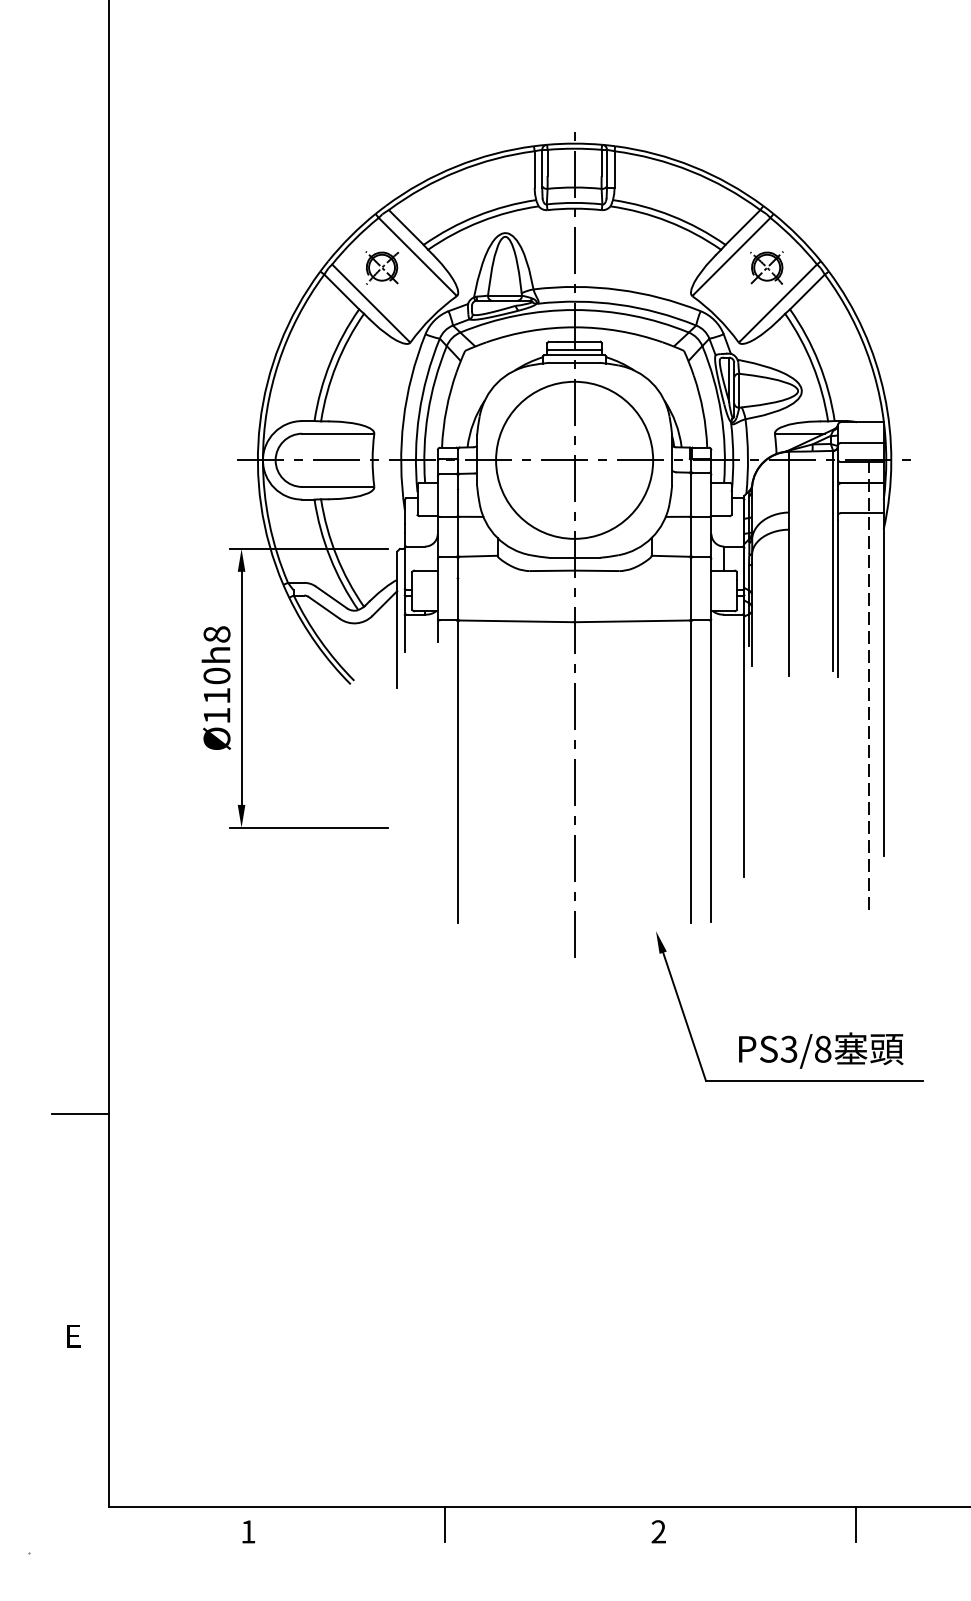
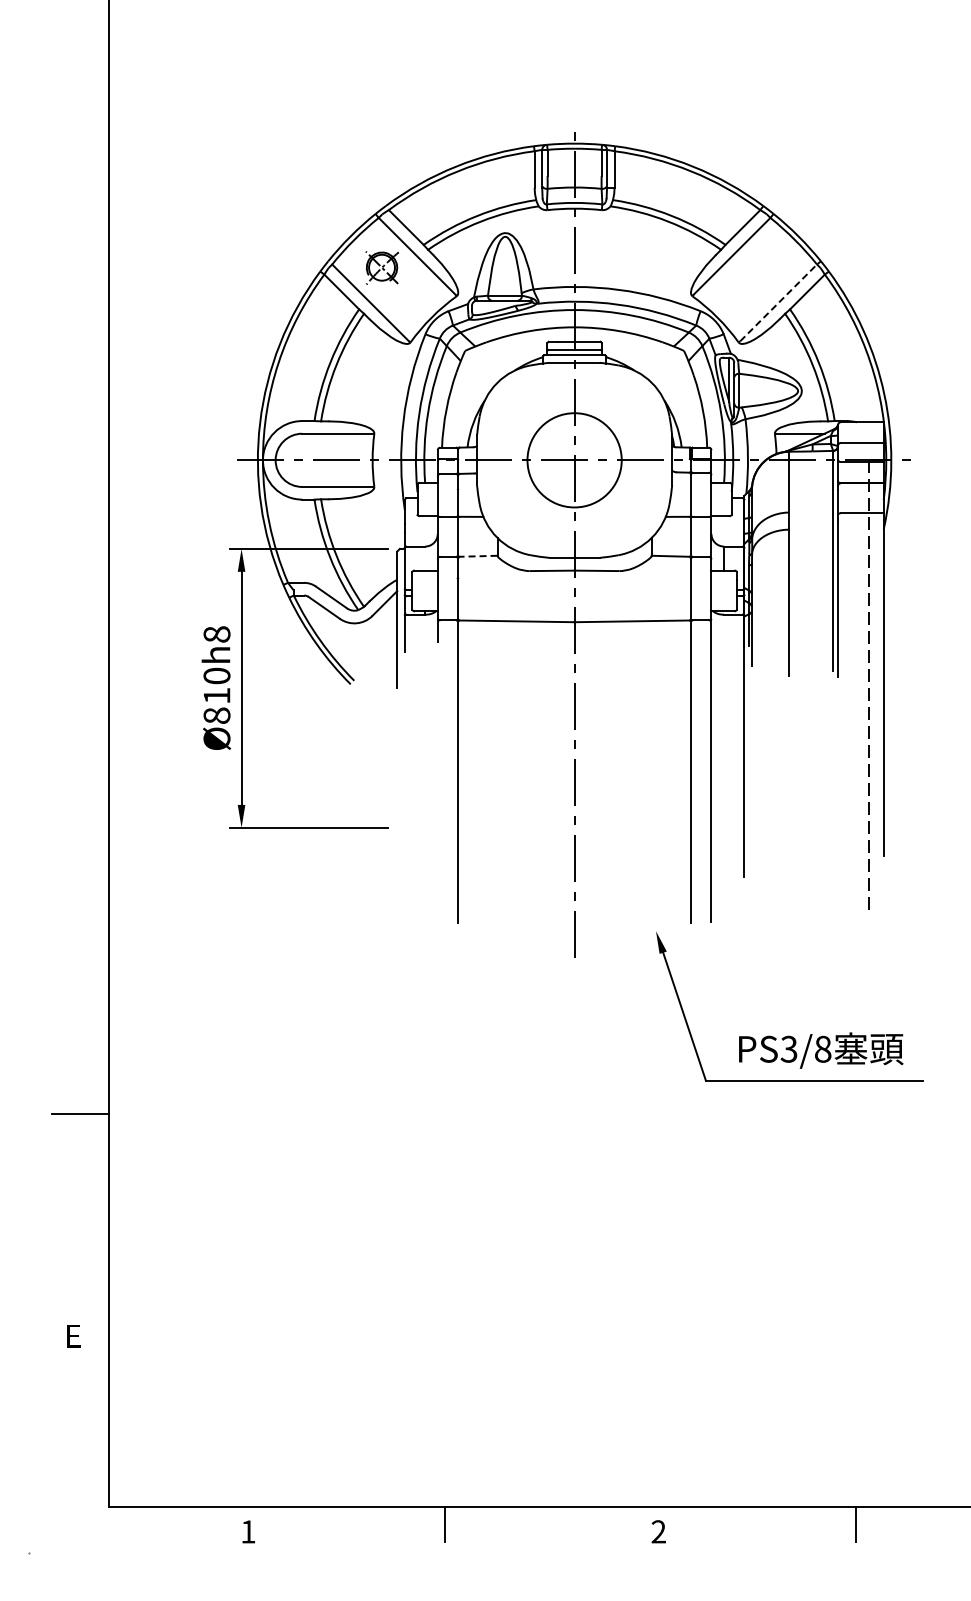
part at (766, 267): present -> none
line at (778, 302): solid -> dashed
circle at (574, 459) diameter: 157 px -> 94 px
line at (477, 556): solid -> dashed
text at (216, 715): Ø110h8 -> Ø810h8
